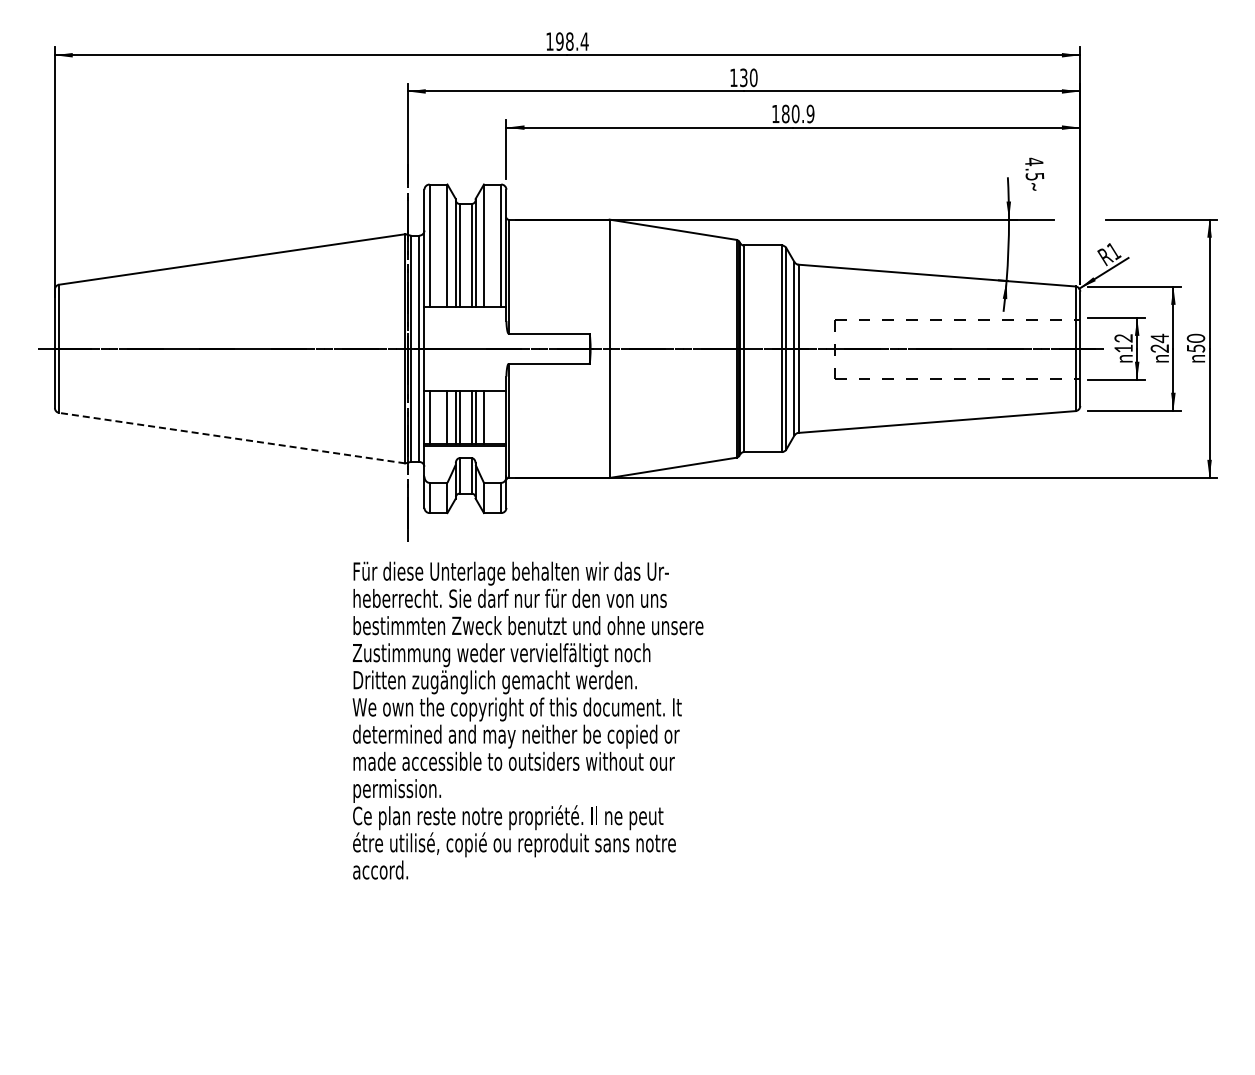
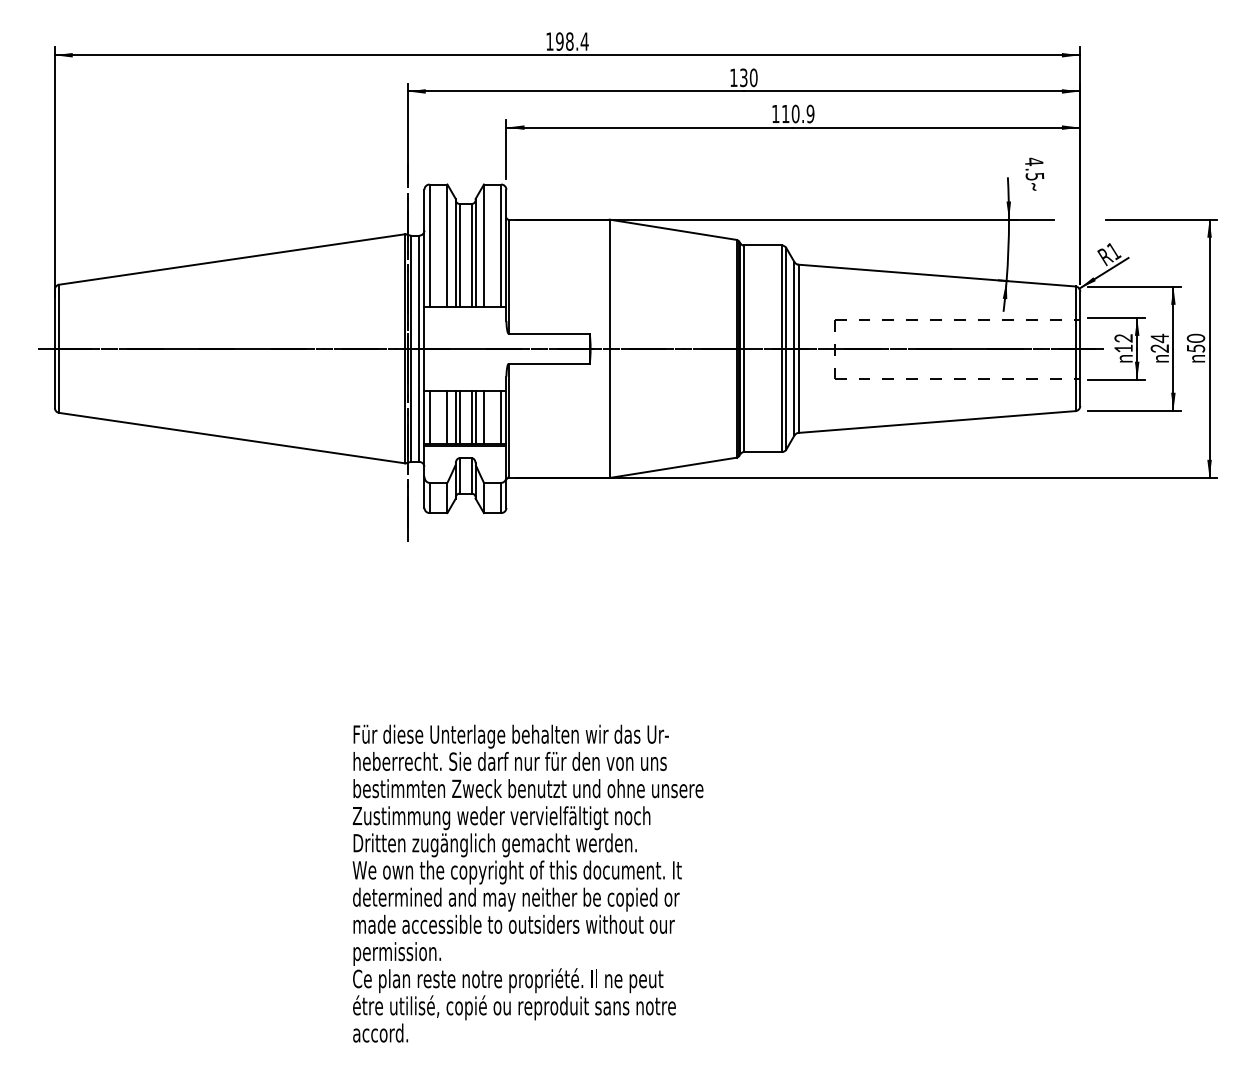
text at (785, 113): 180.9 -> 110.9
line at (501, 416): none -> present
line at (232, 438): dashed -> solid
text at (527, 720) position: (527, 720) -> (527, 883)
